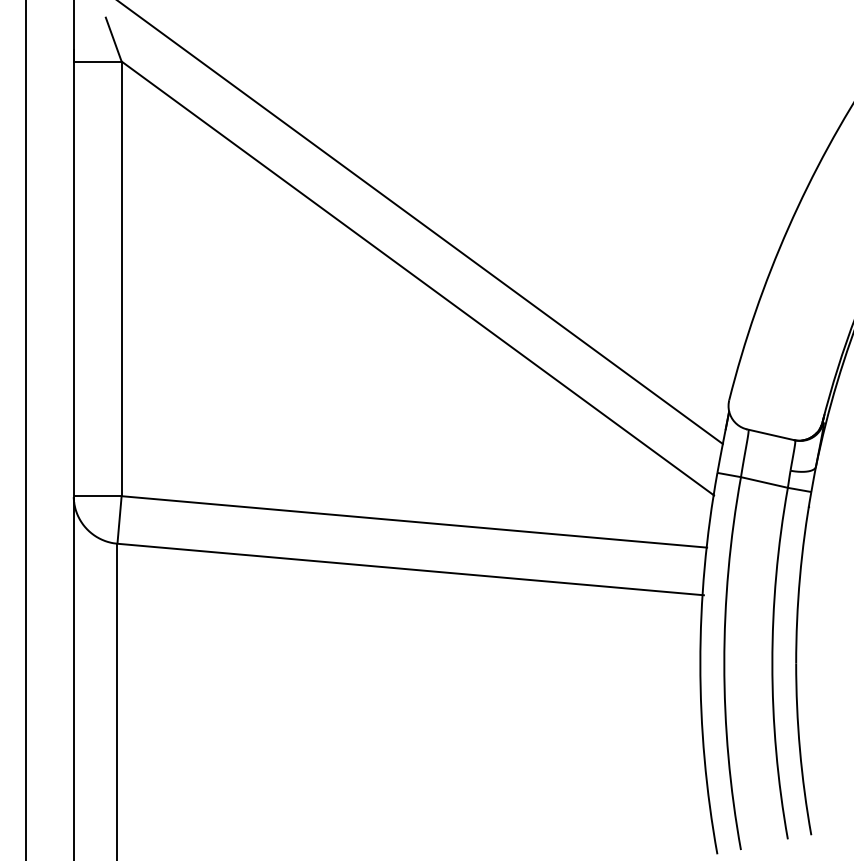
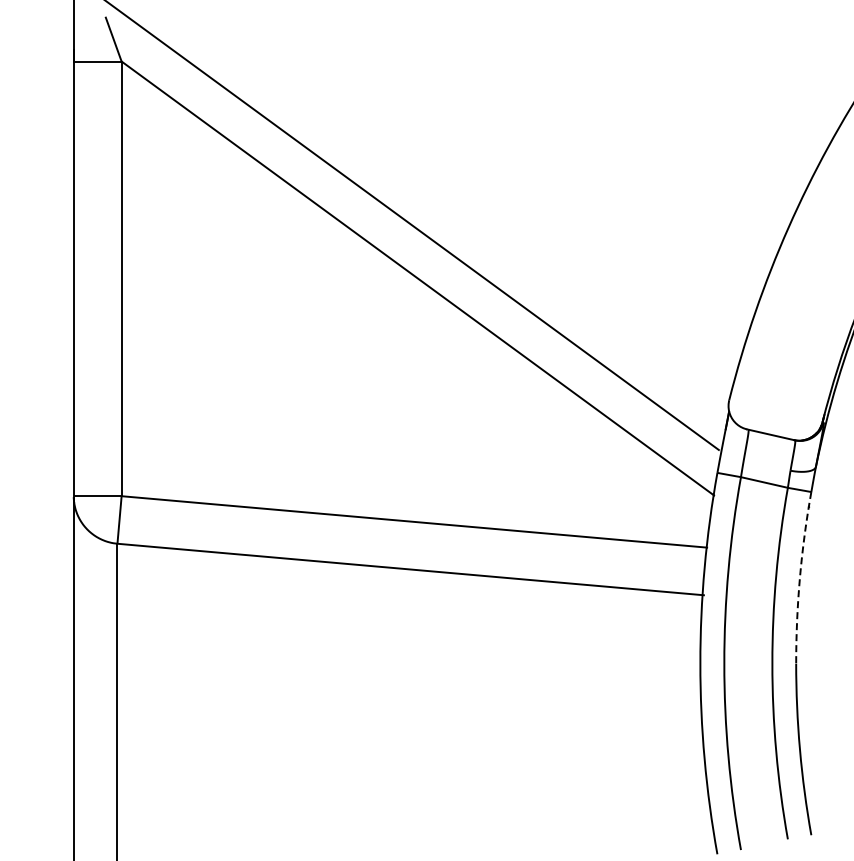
line at (420, 223) position: (420, 223) -> (412, 226)
line at (25, 429): present -> none
arc at (799, 577): solid -> dashed
